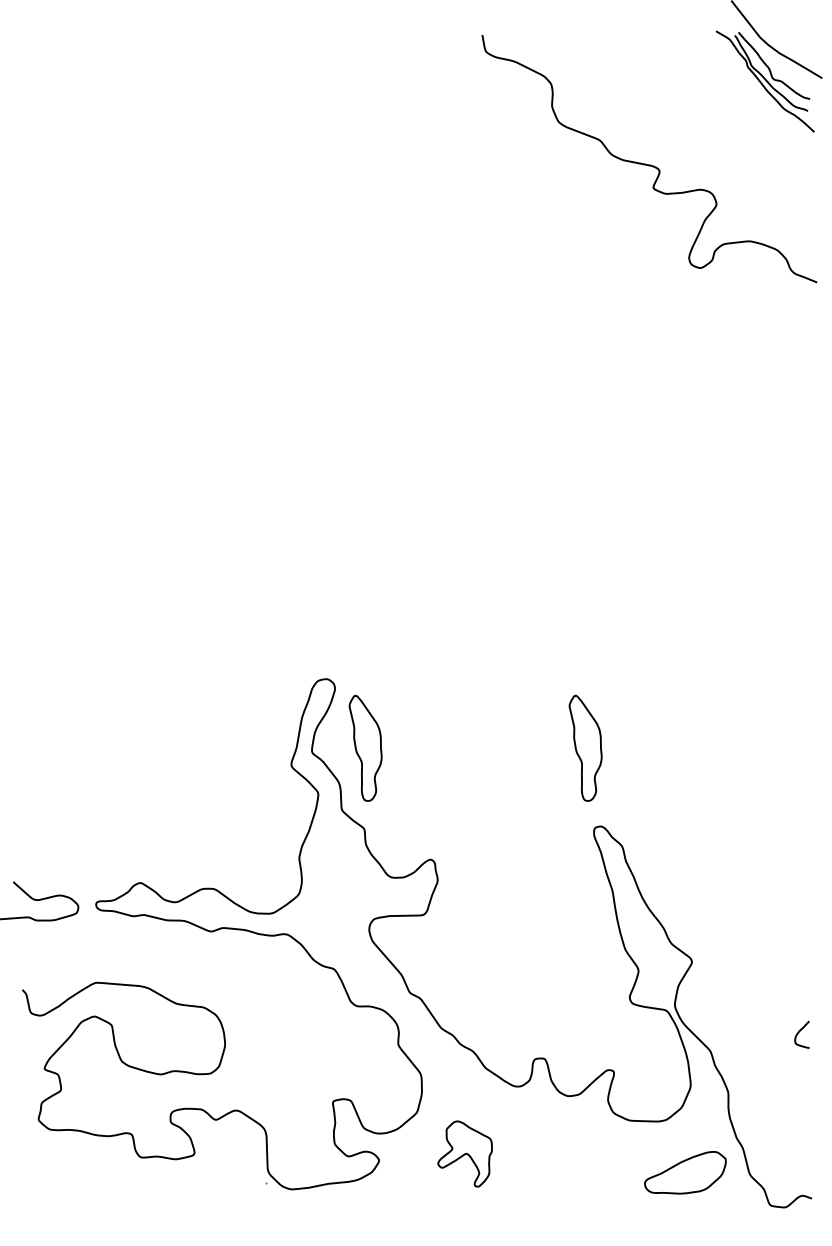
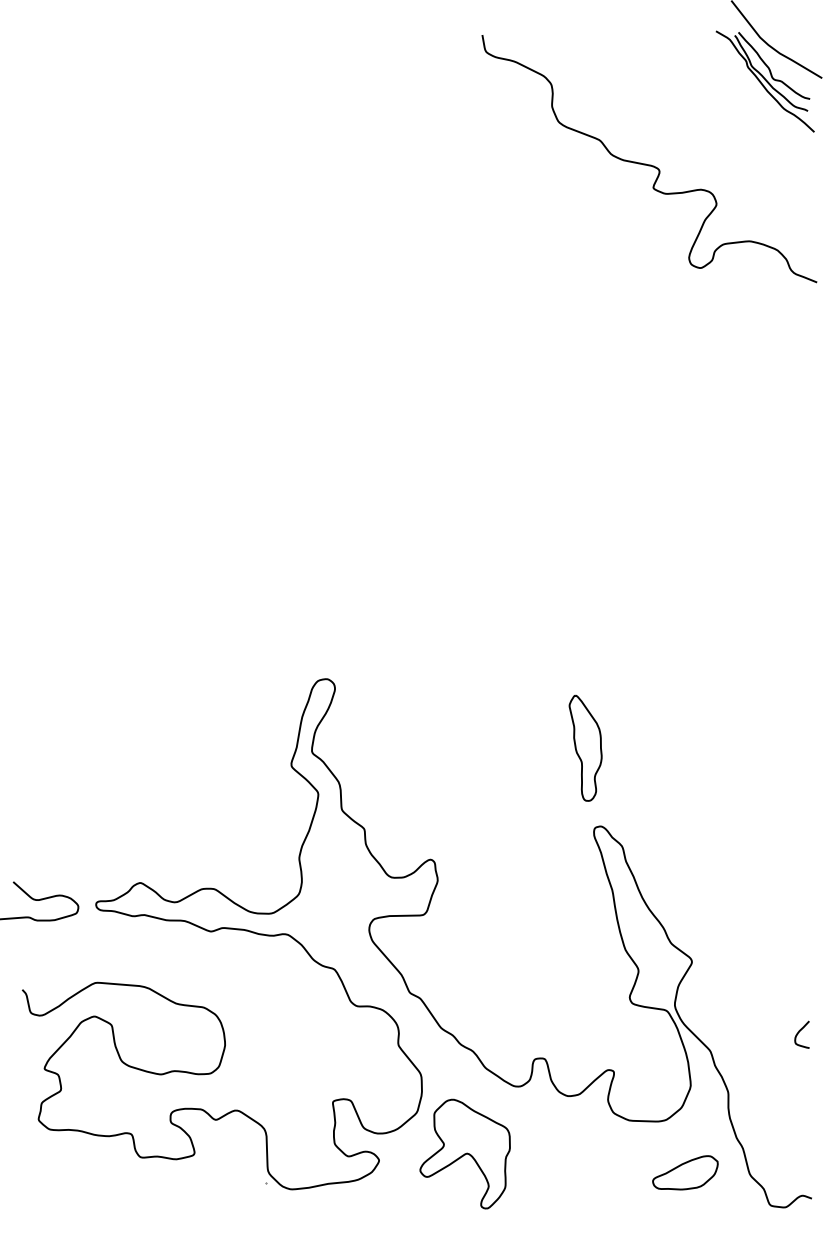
part at (365, 747): present -> none
part at (464, 1153) size: 56x68 px -> 92x112 px
part at (685, 1172) size: 83x44 px -> 67x36 px
